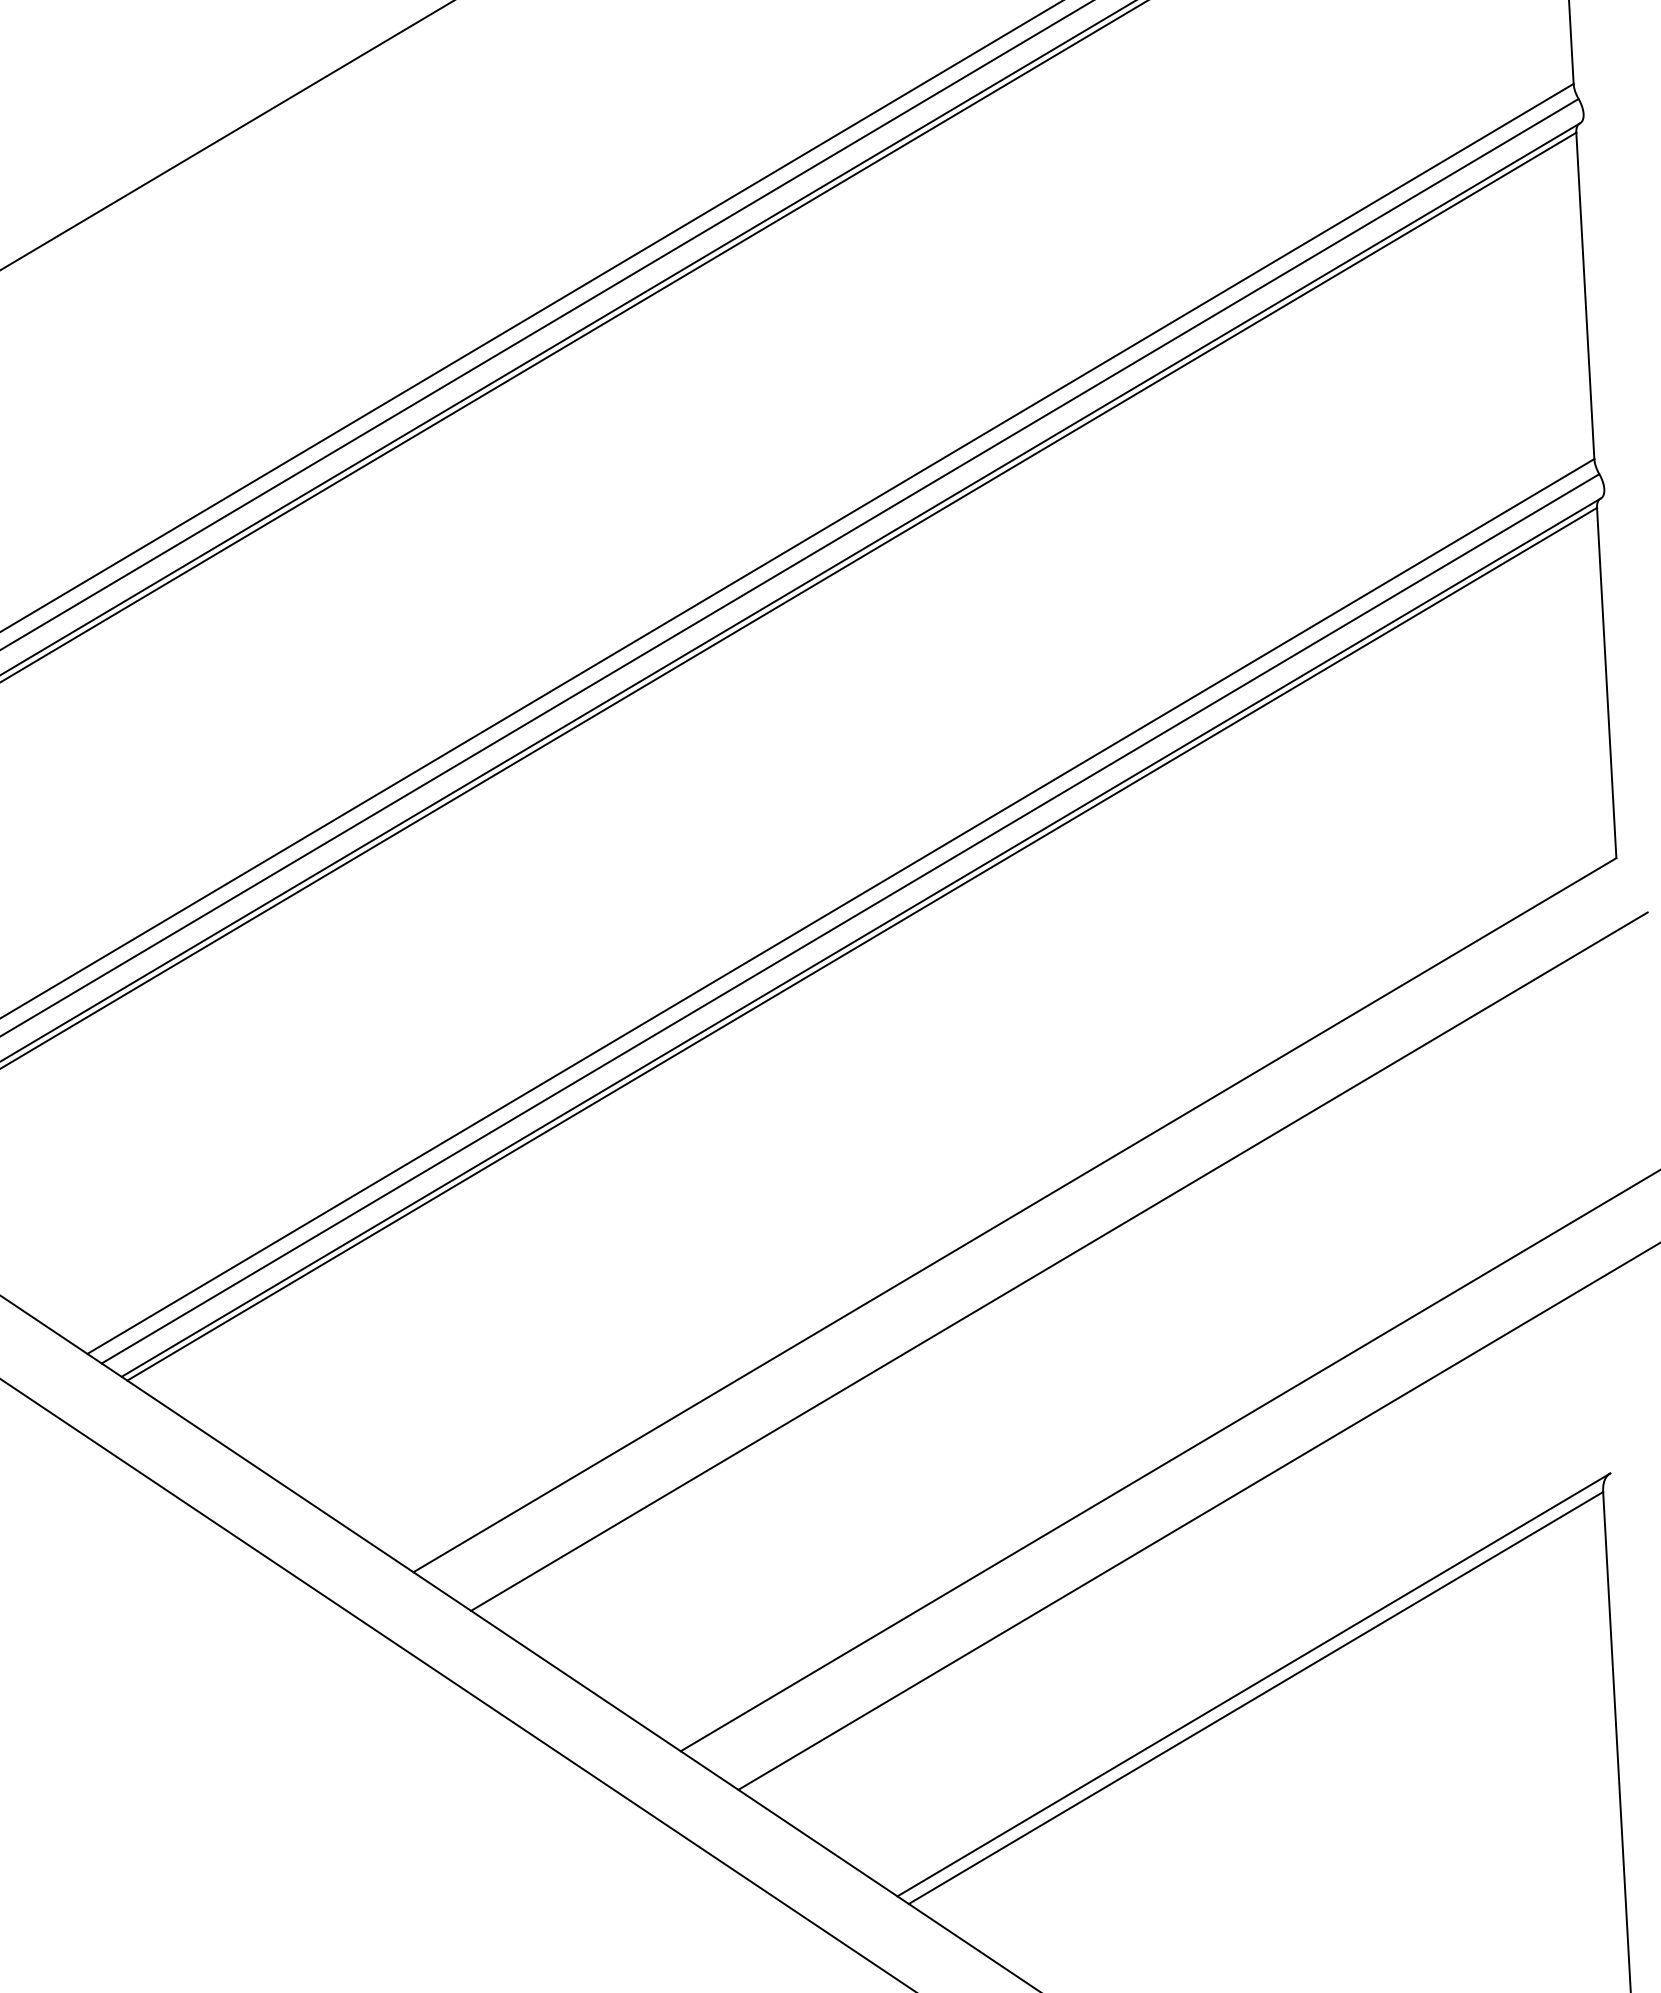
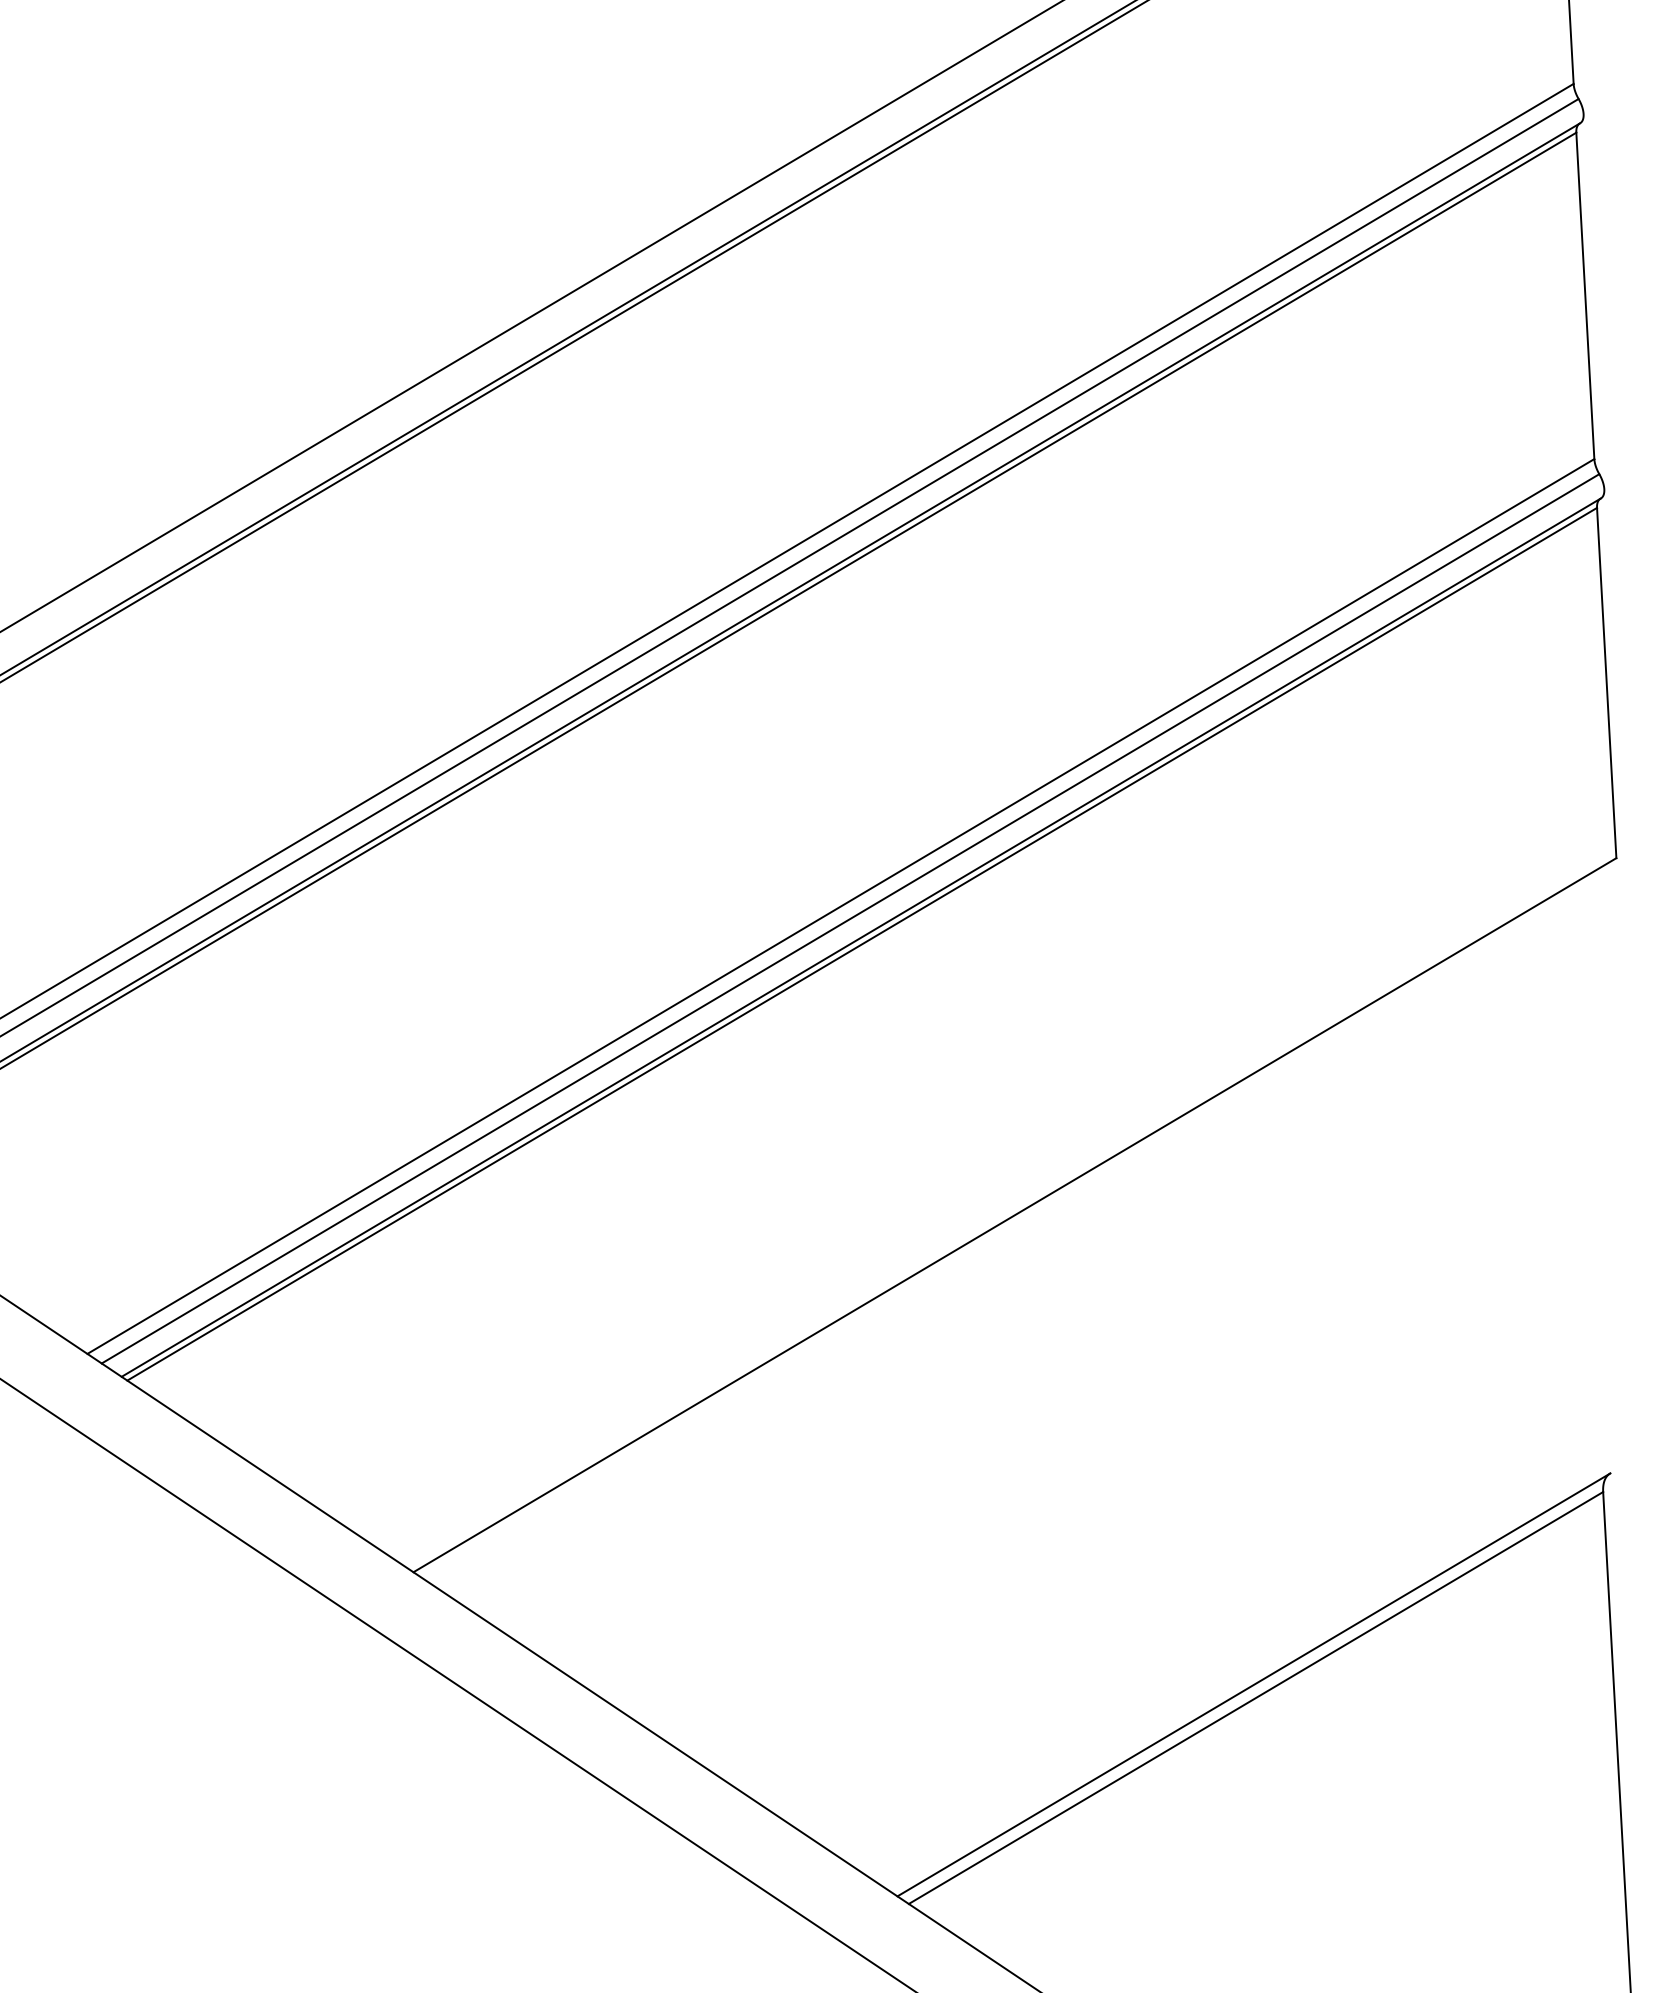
line at (226, 135): present -> none
line at (546, 325): present -> none
line at (1059, 1261): present -> none
line at (1168, 1461): present -> none
line at (1197, 1516): present -> none
